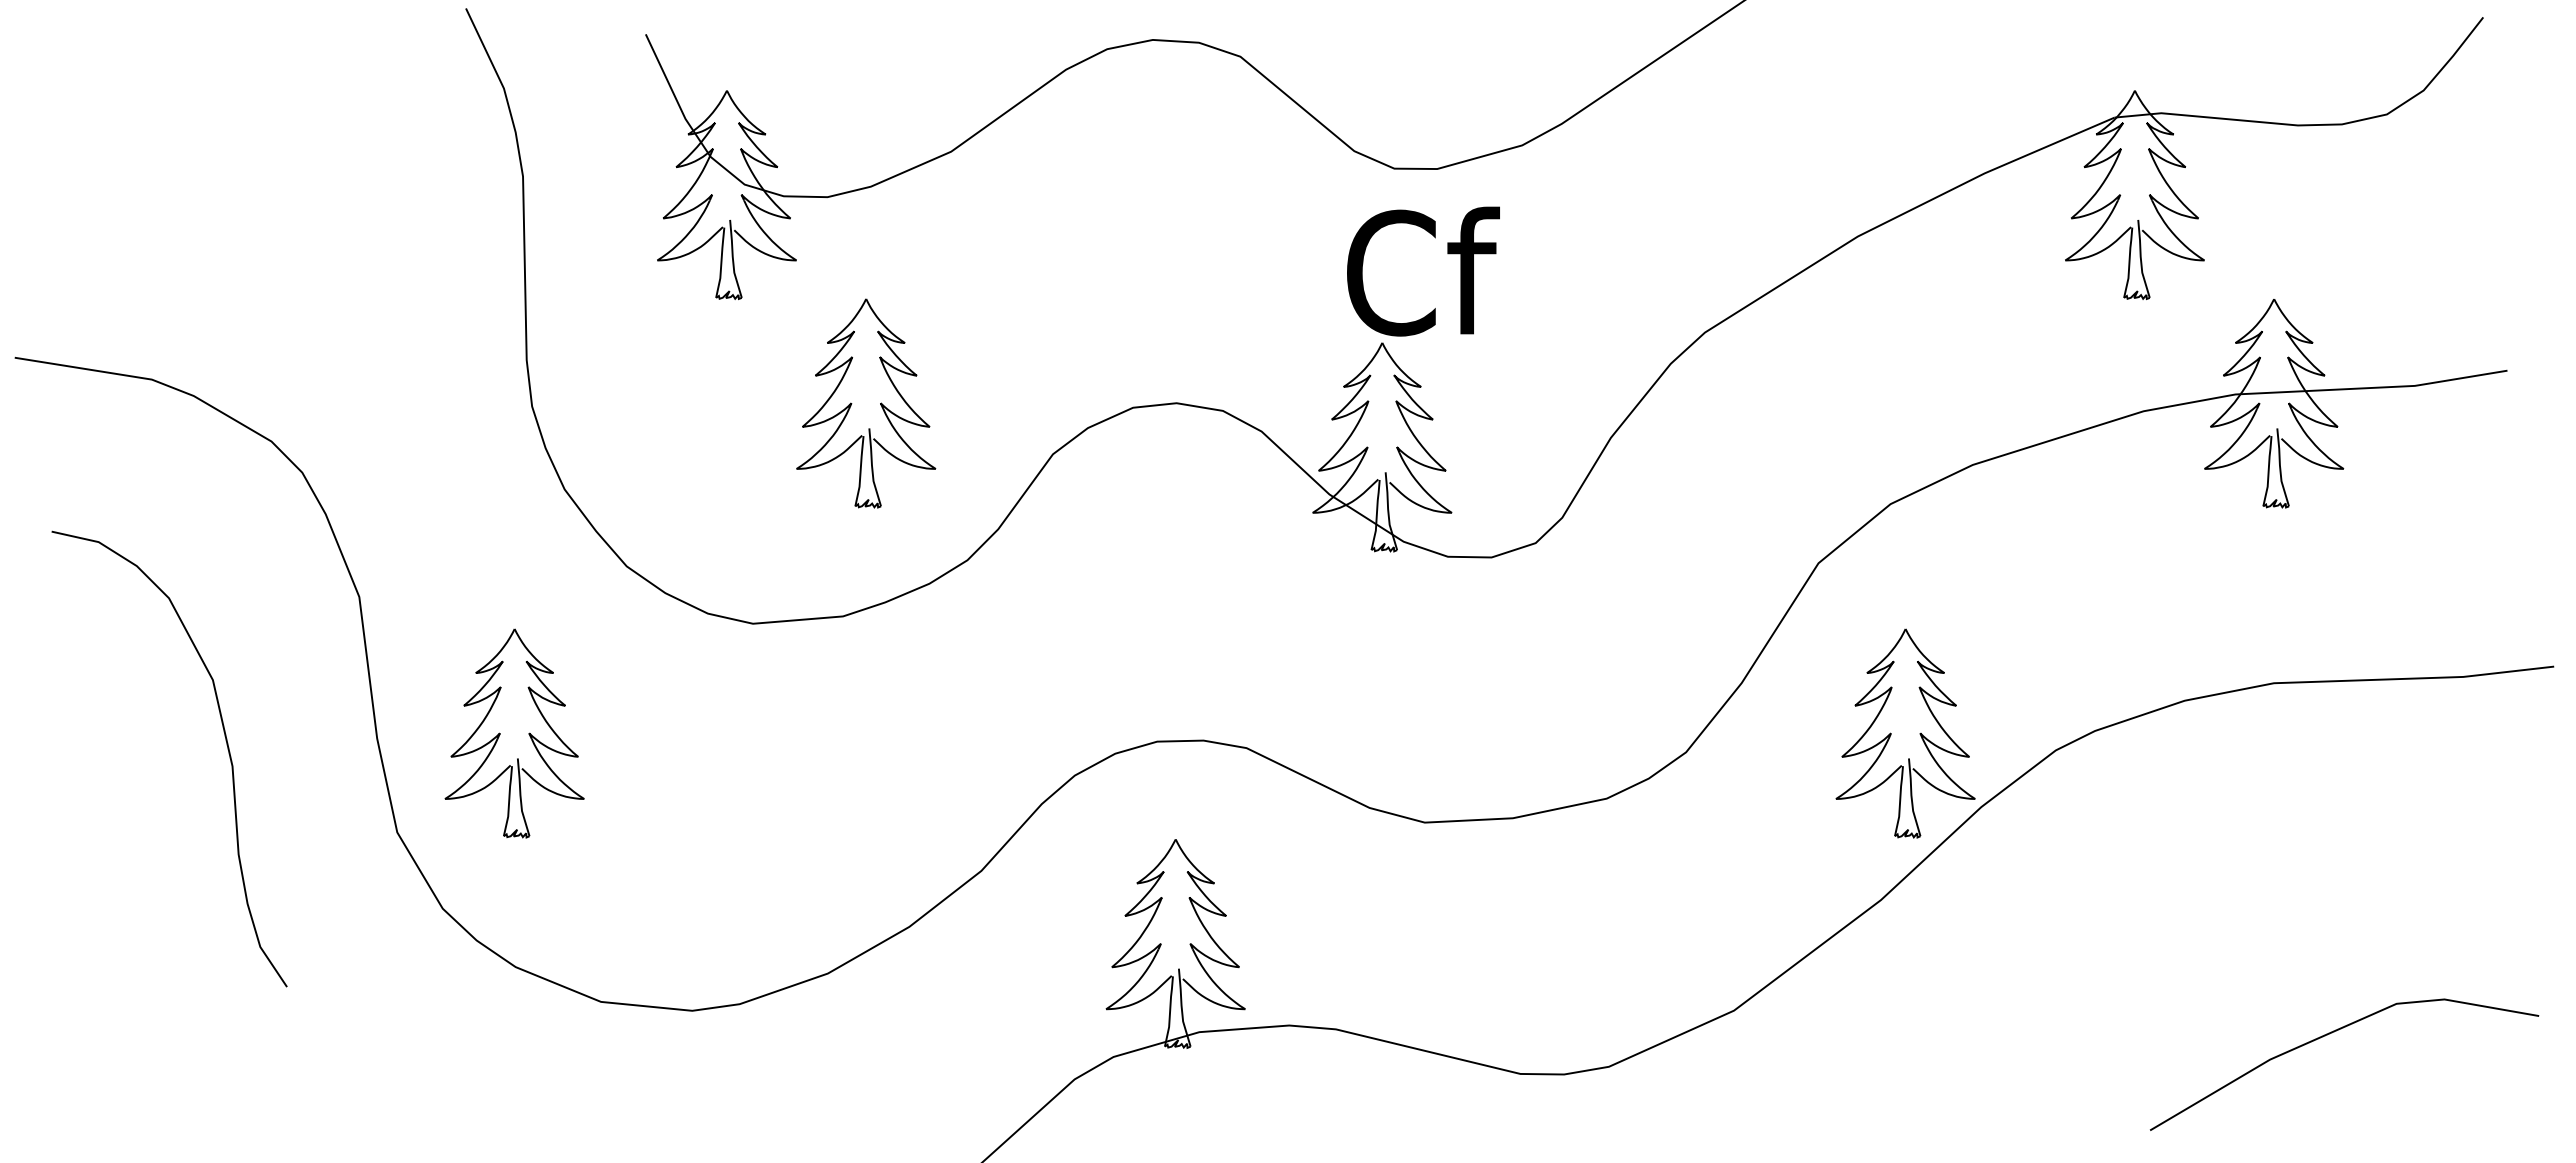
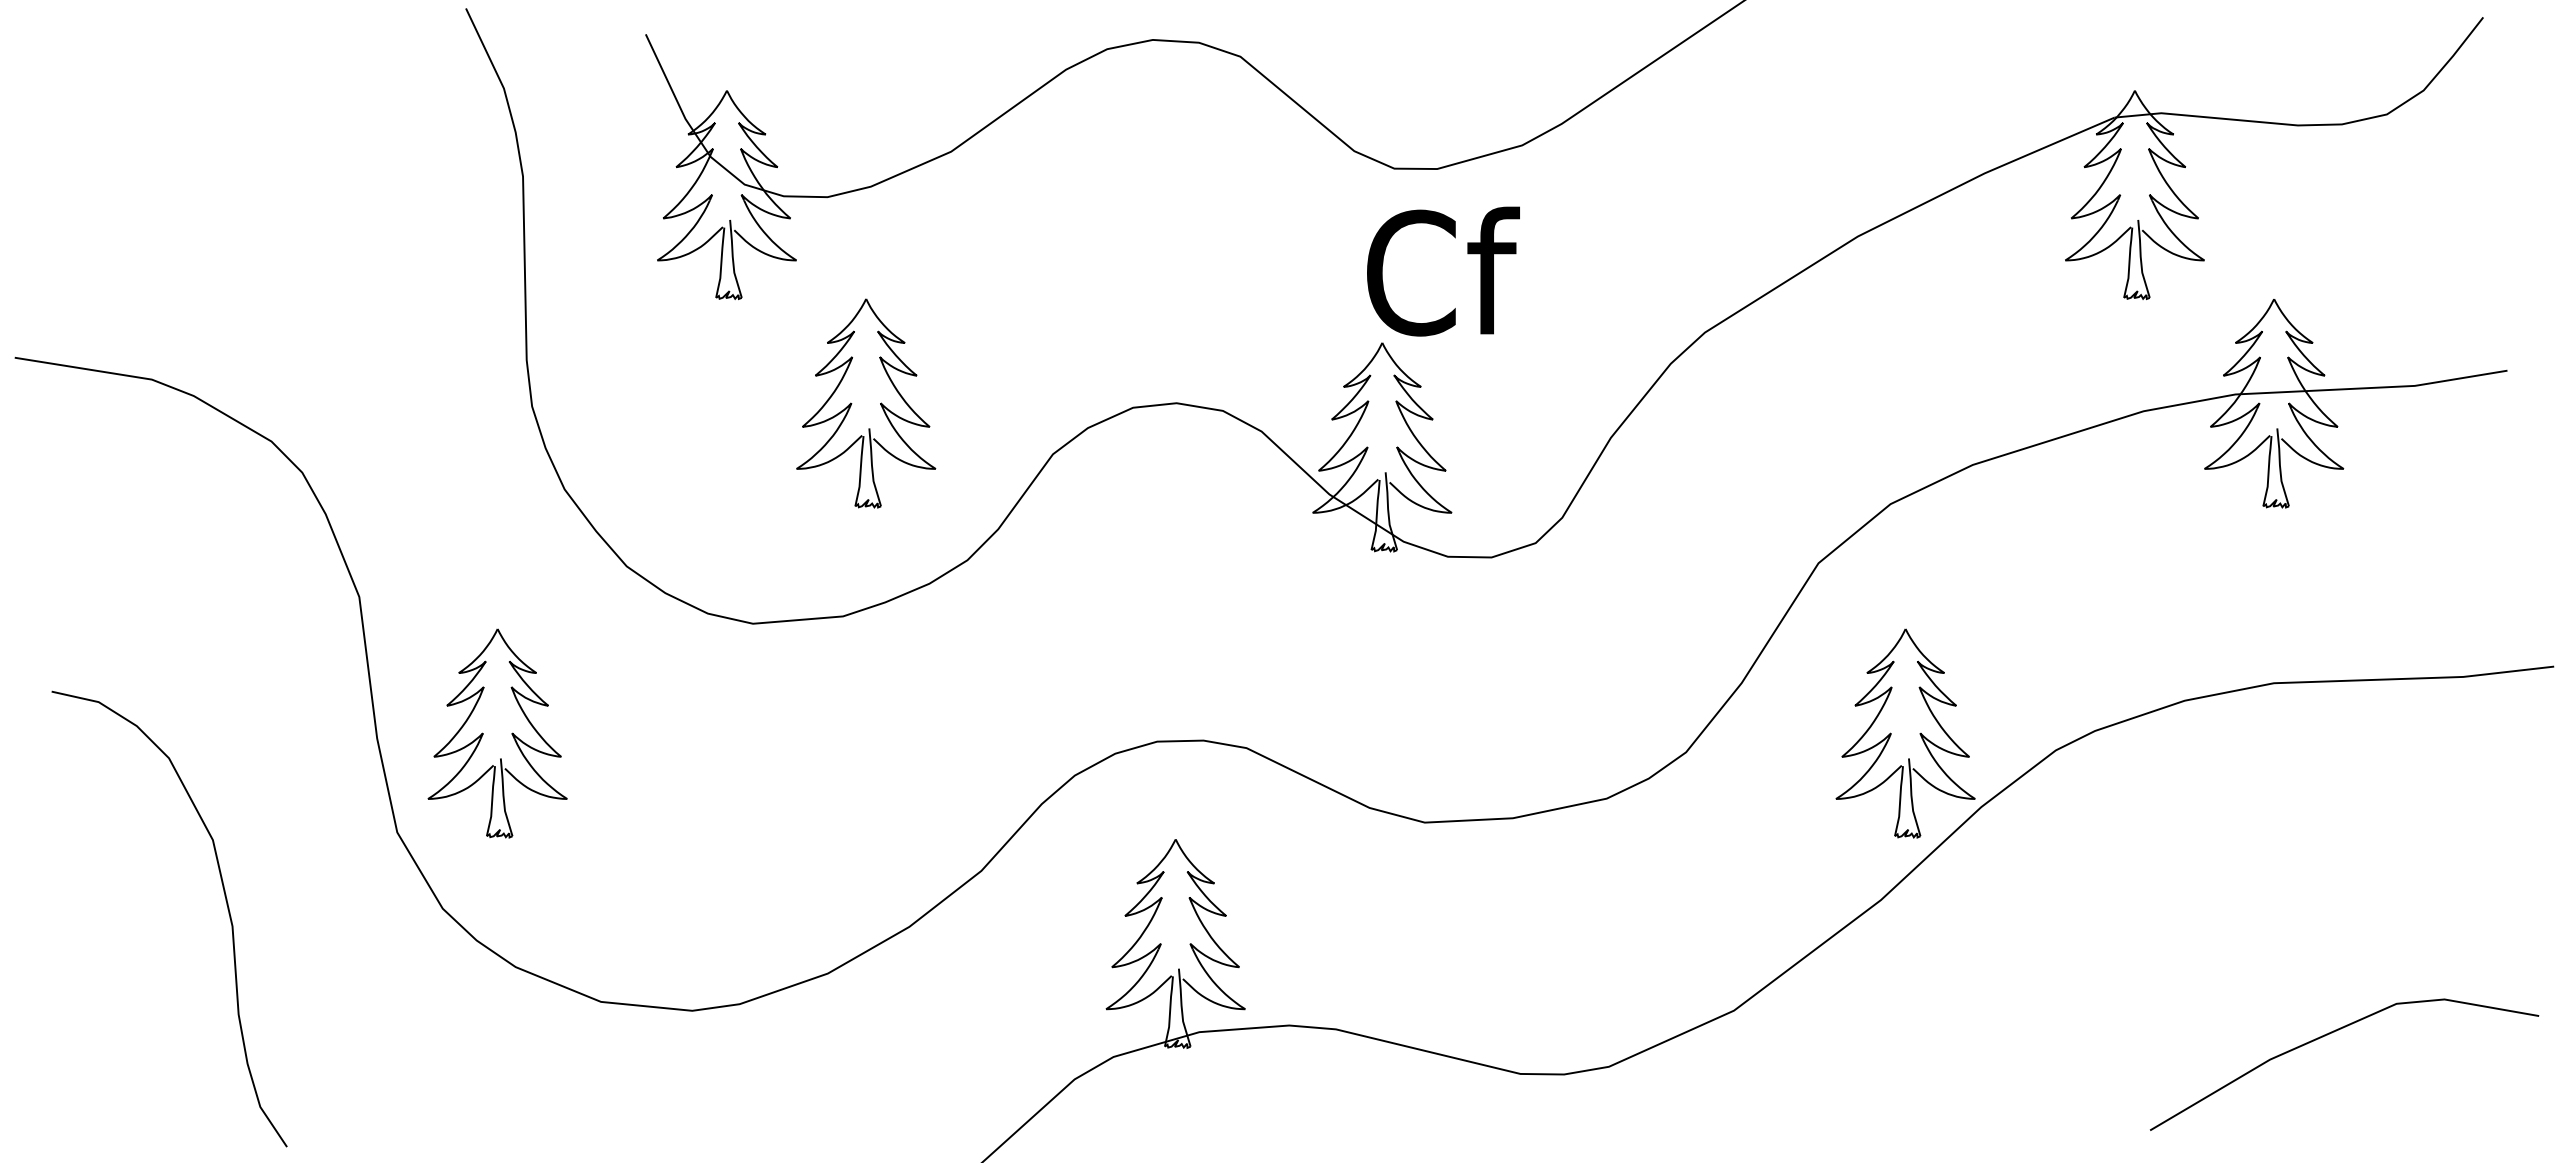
text at (1423, 271) position: (1423, 271) -> (1443, 271)
part at (500, 733) position: (500, 733) -> (483, 733)
curve at (226, 745) position: (226, 745) -> (226, 905)
